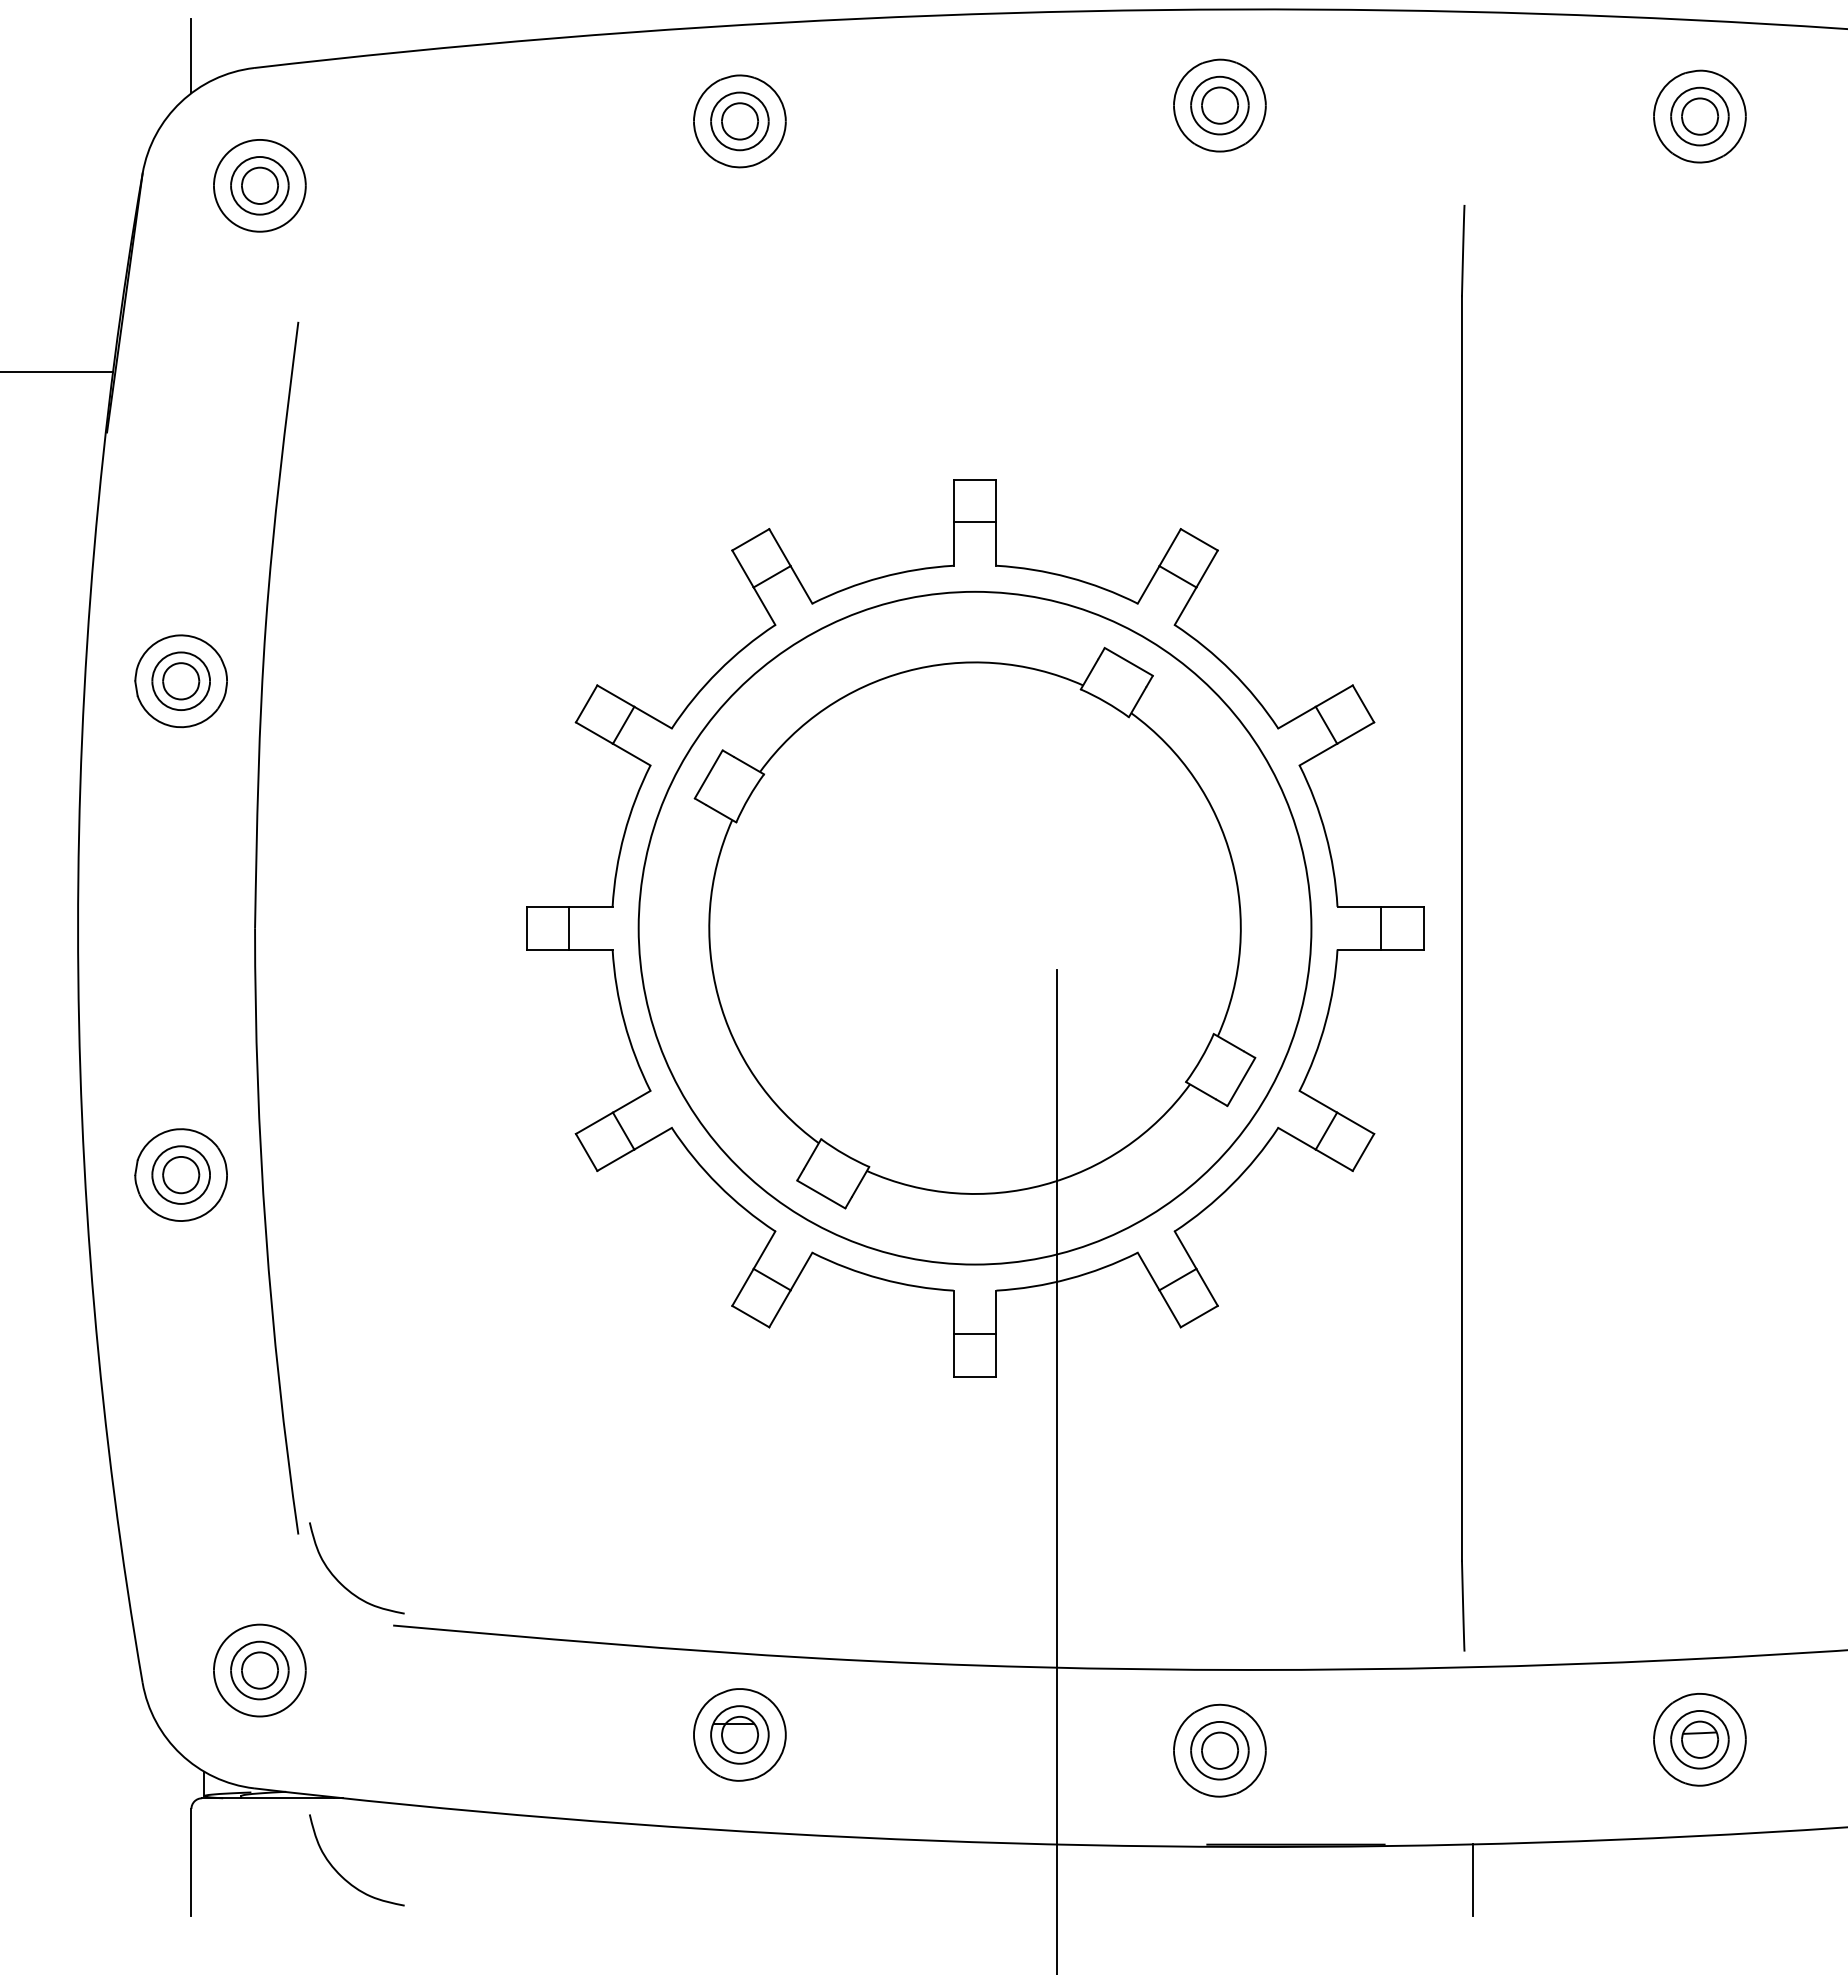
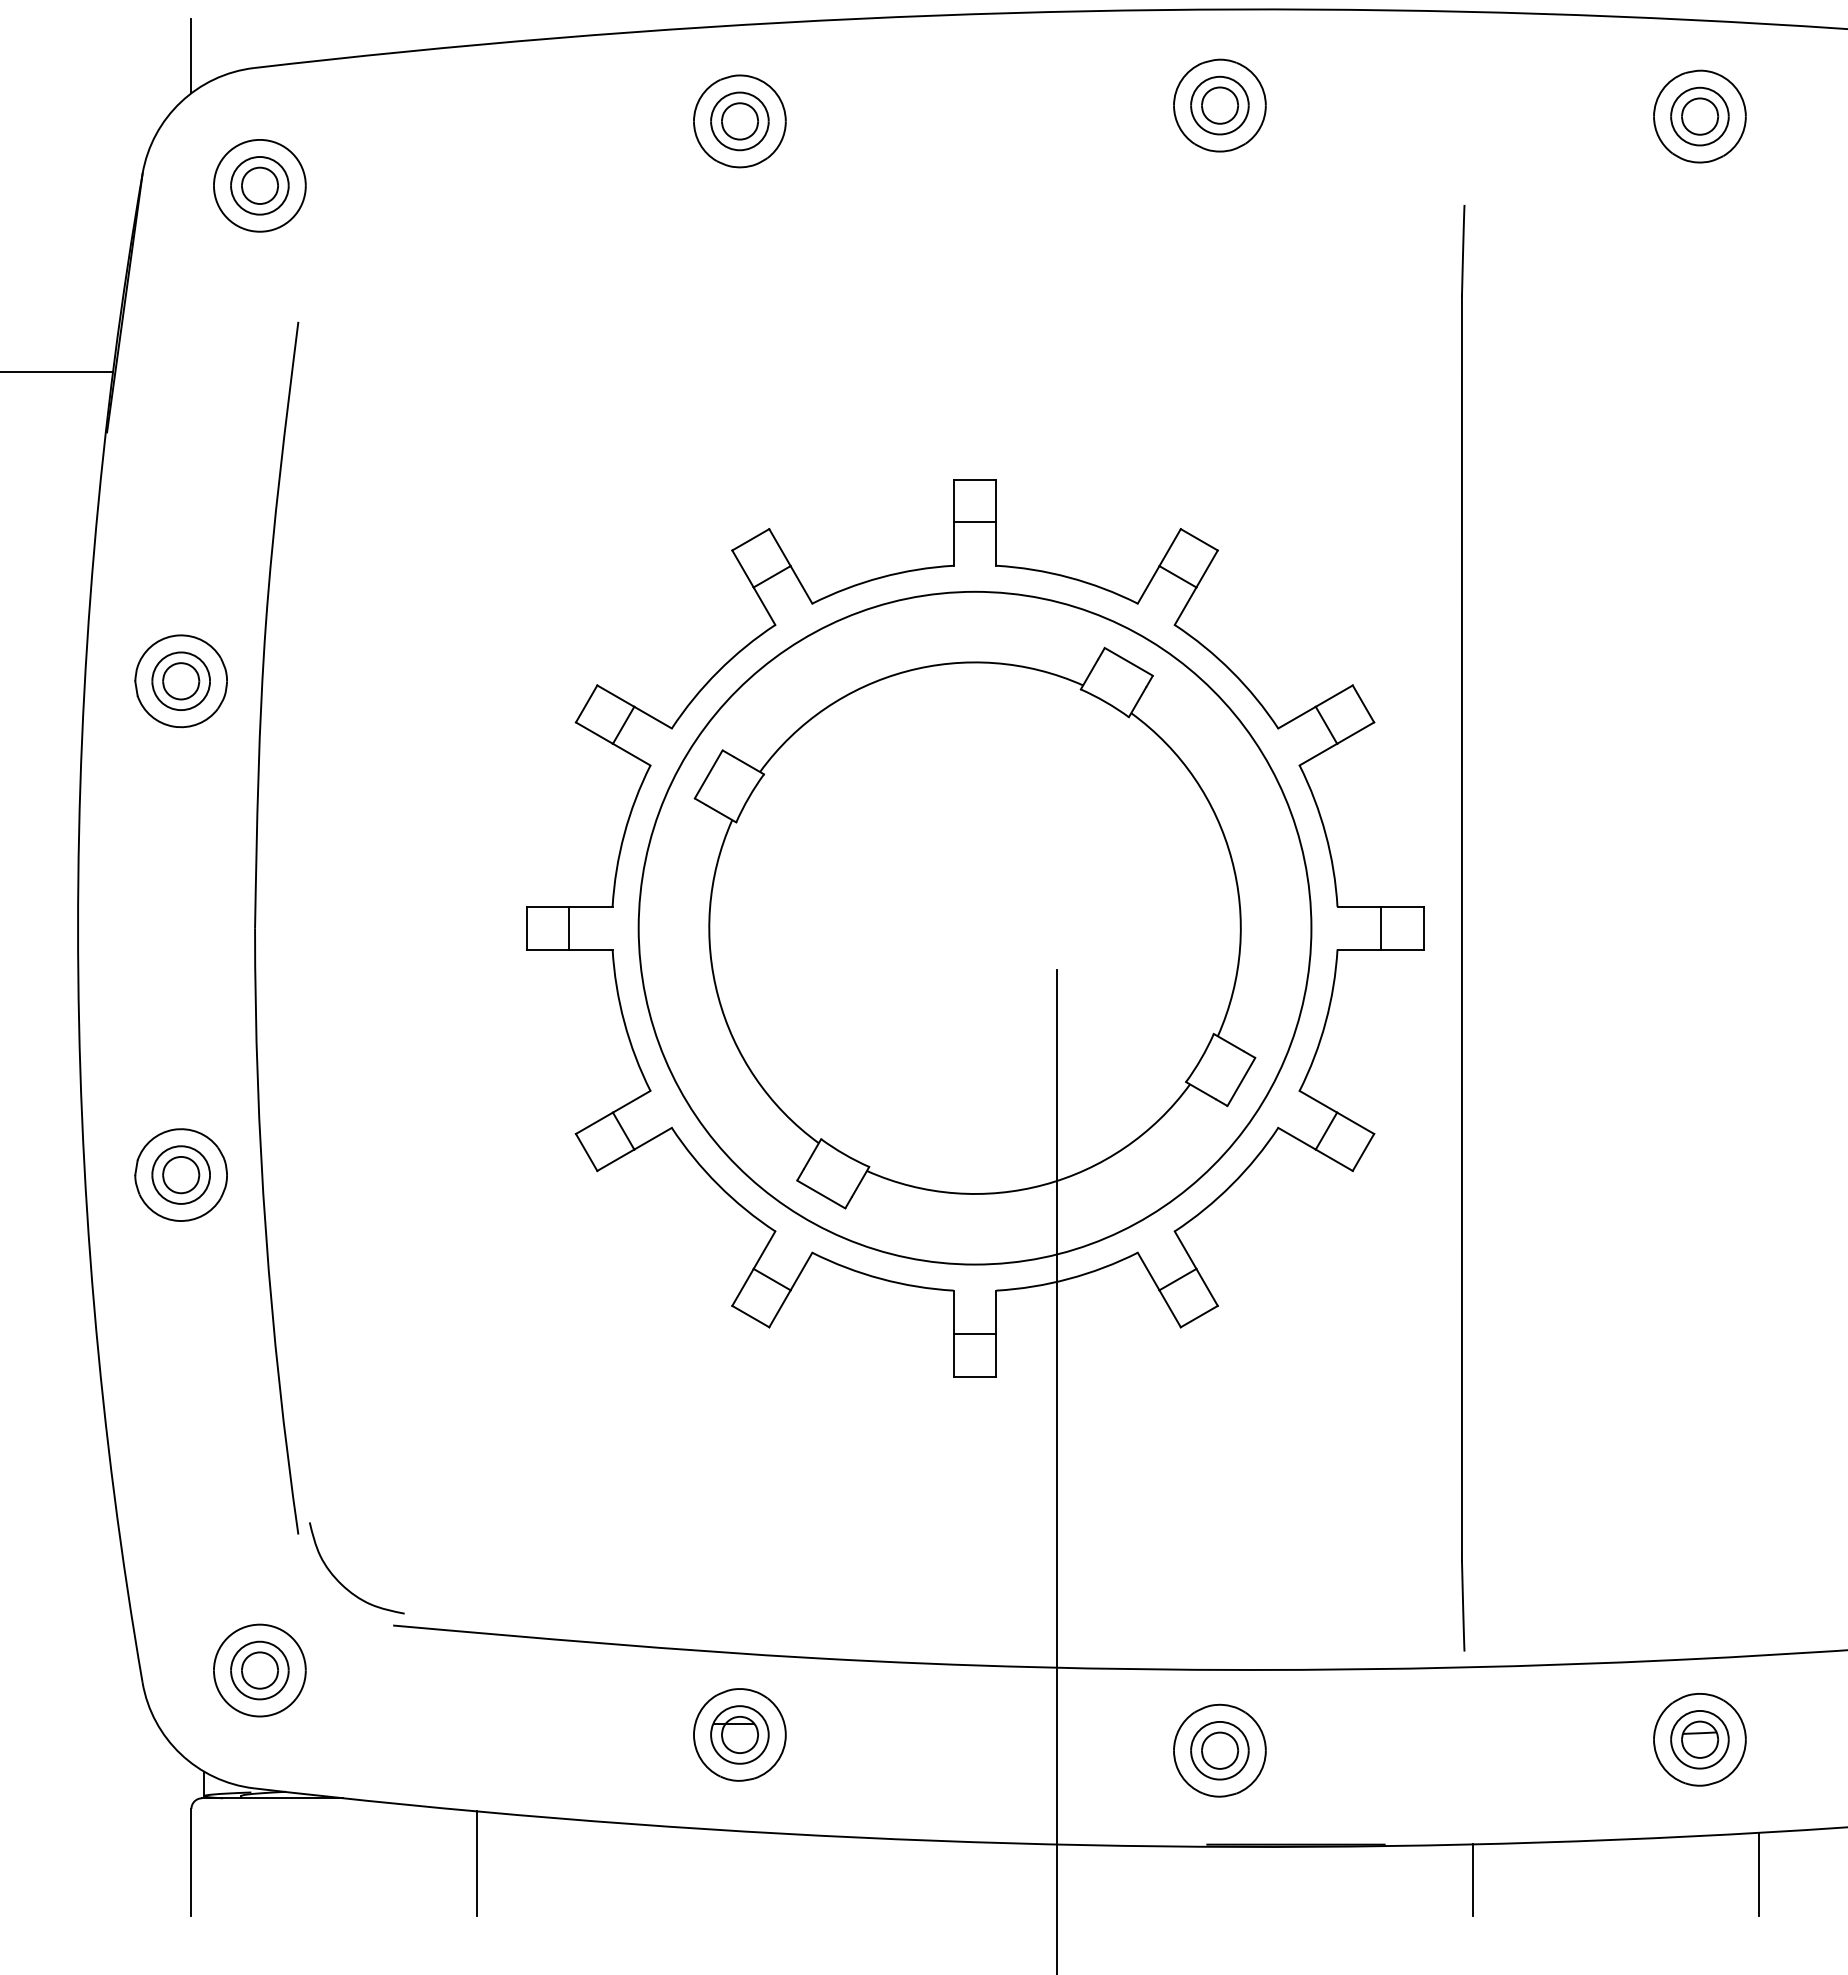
line at (477, 1863): none -> present
line at (1758, 1873): none -> present
curve at (343, 1876): present -> none
